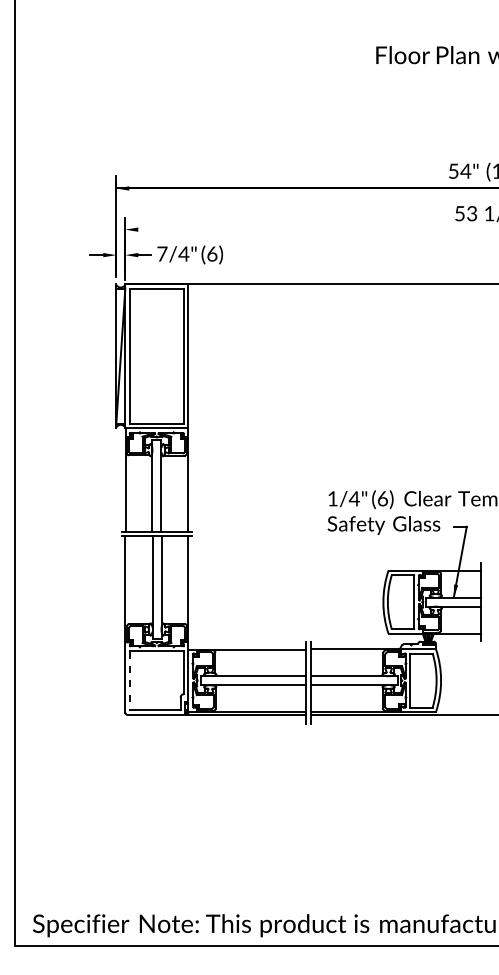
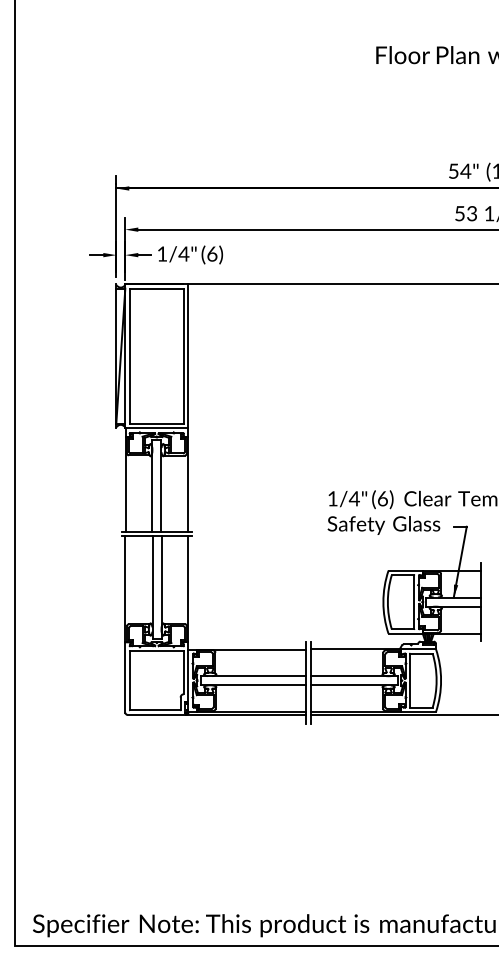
line at (316, 229): none -> present
text at (162, 253): 7/4" -> 1/4"
line at (129, 681): dashed -> solid
